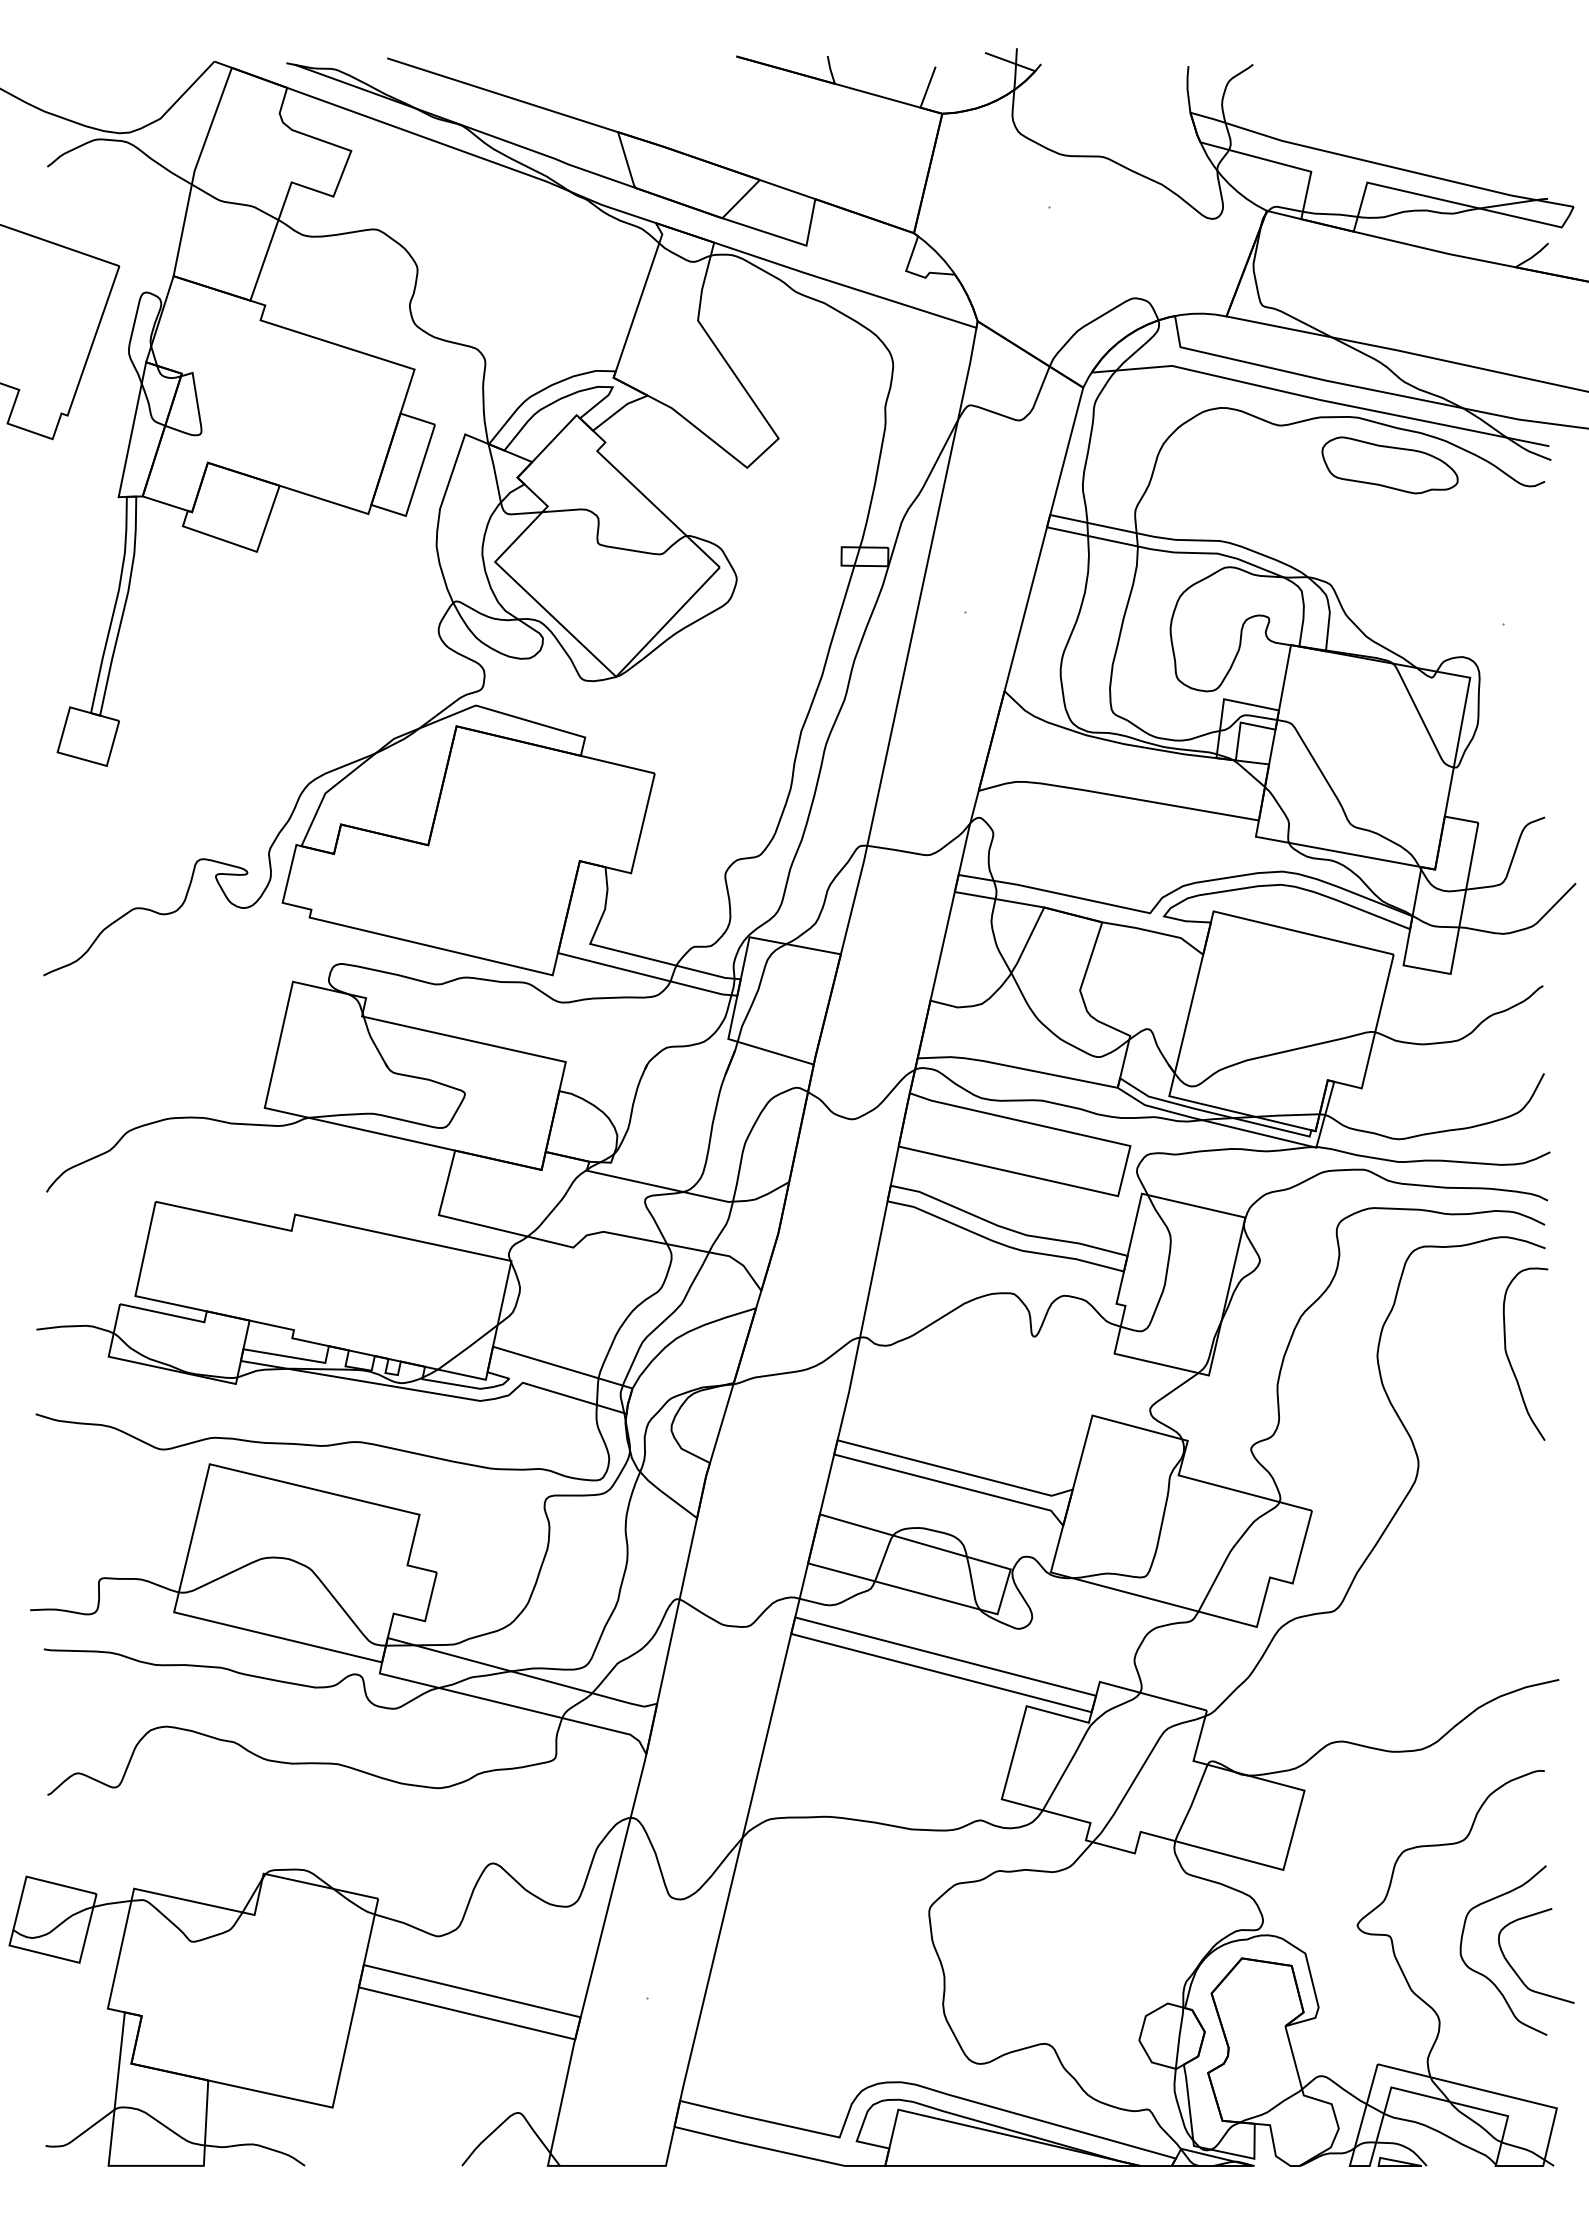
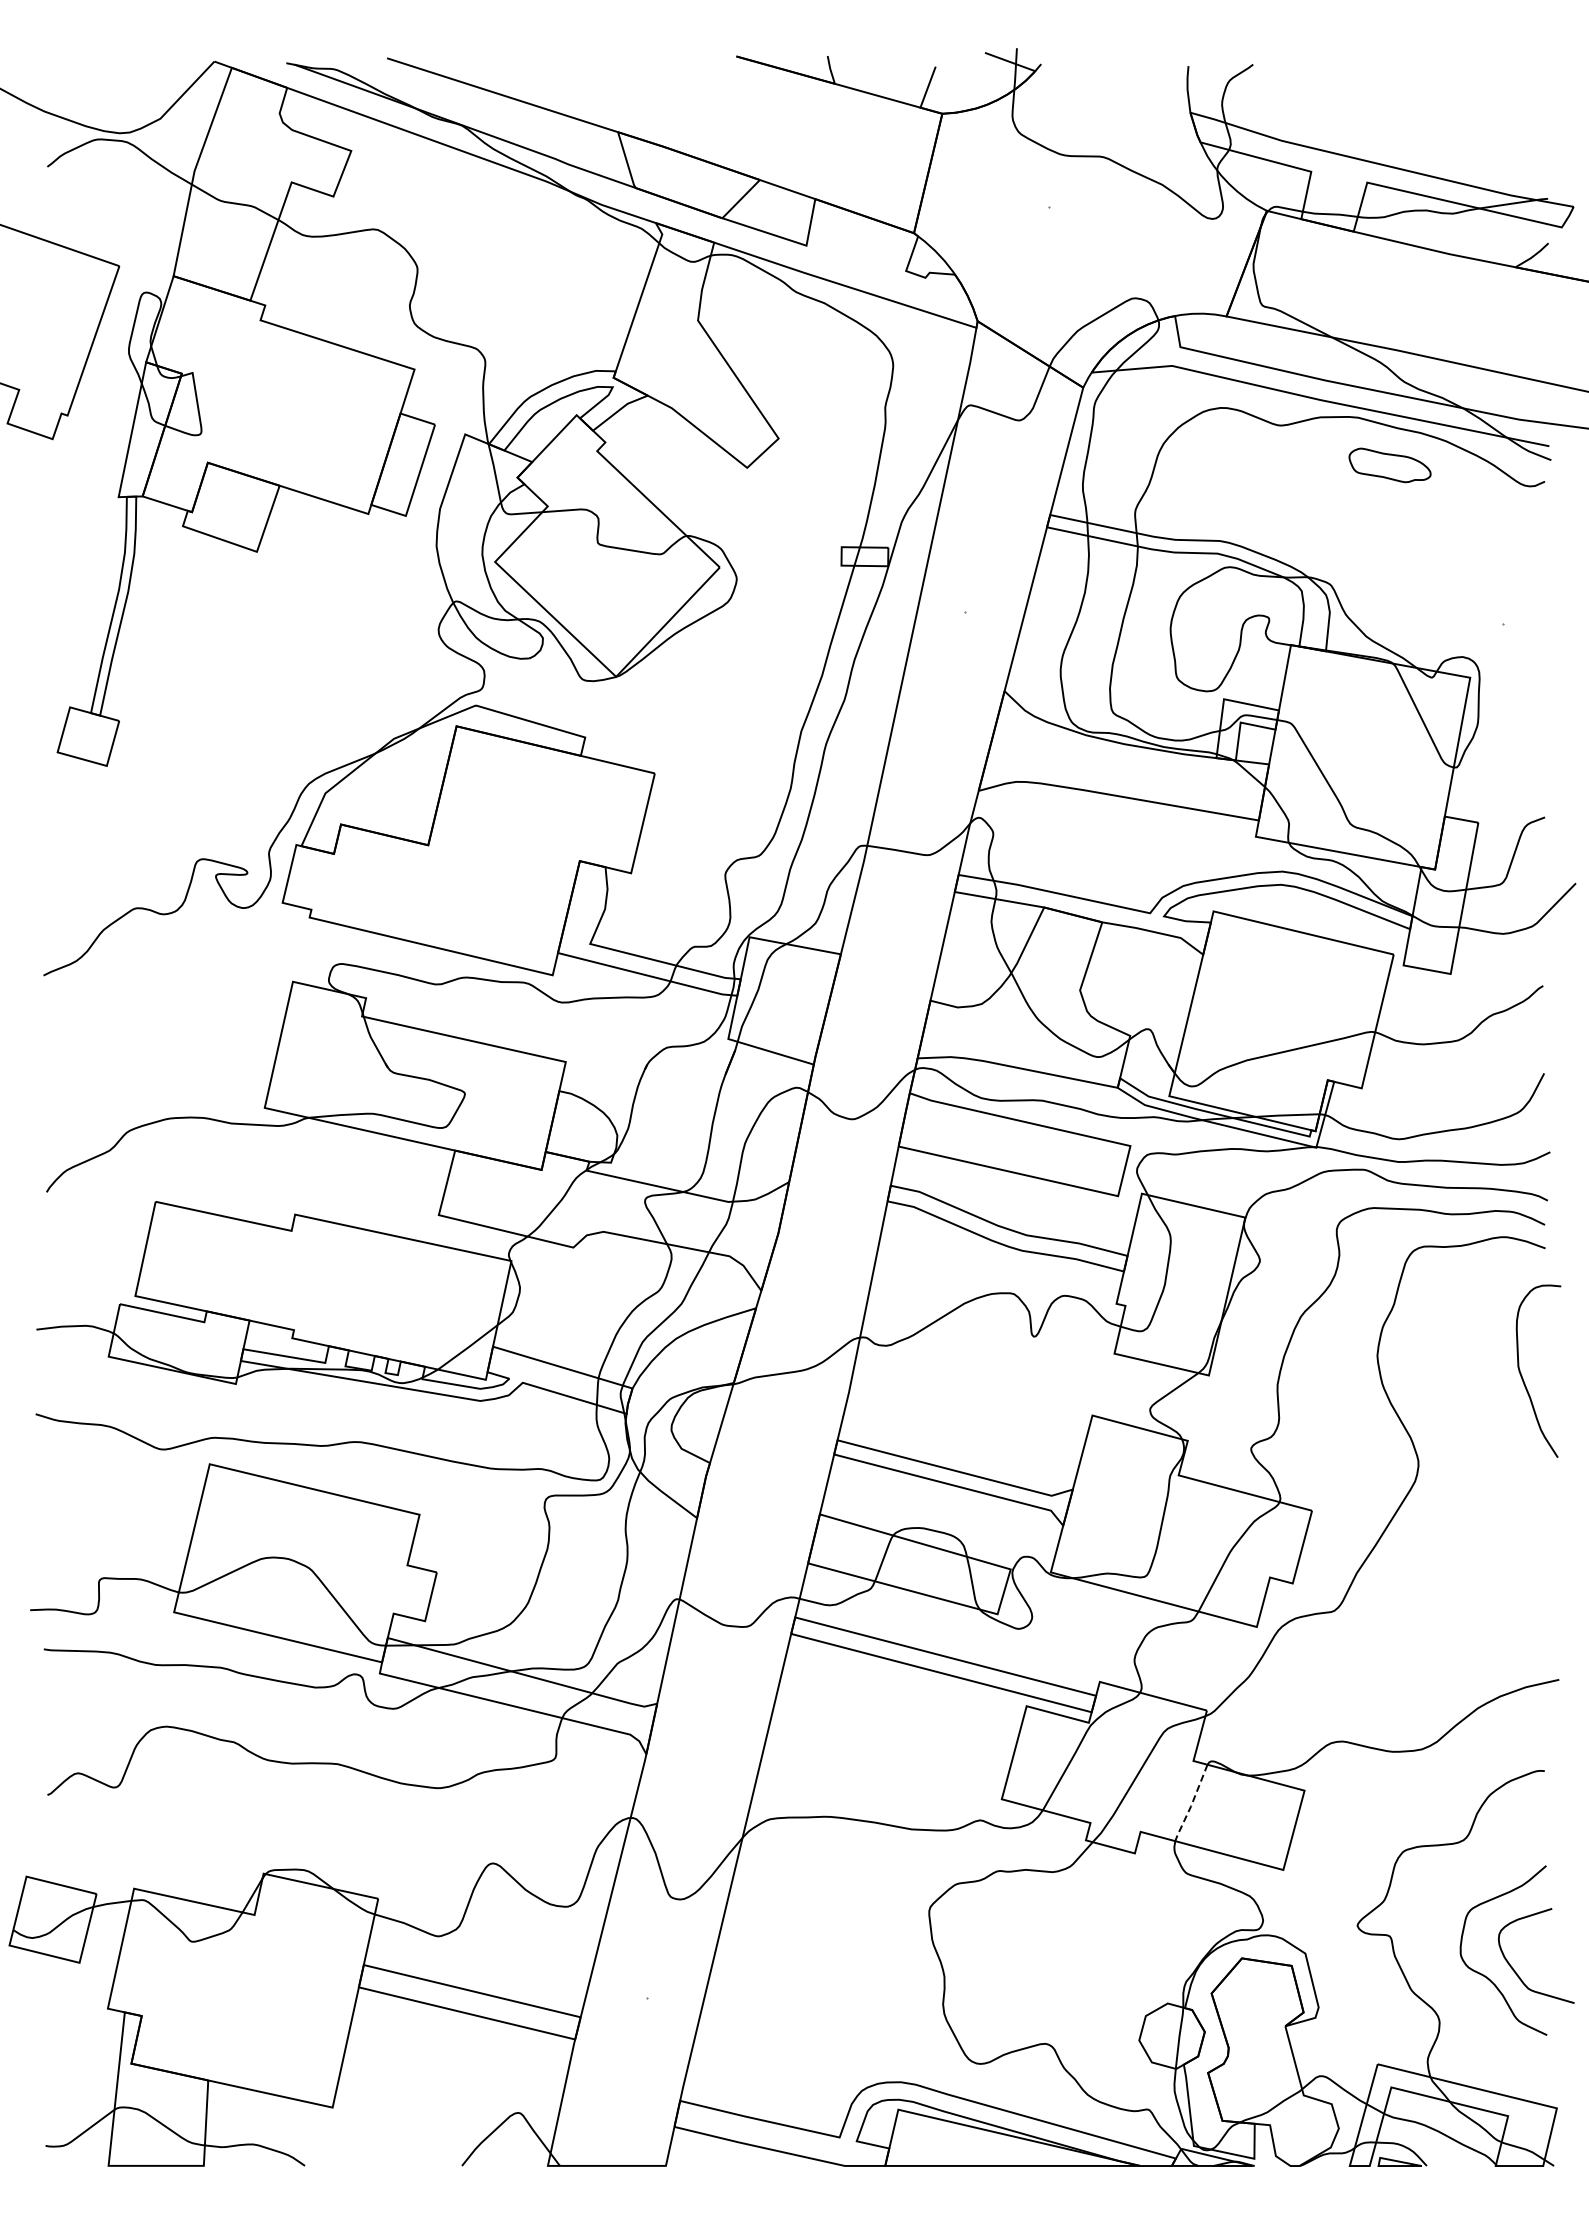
part at (1389, 465) size: 138x59 px -> 84x37 px
curve at (1509, 1358) position: (1509, 1358) -> (1522, 1375)
line at (1191, 1804): solid -> dashed
